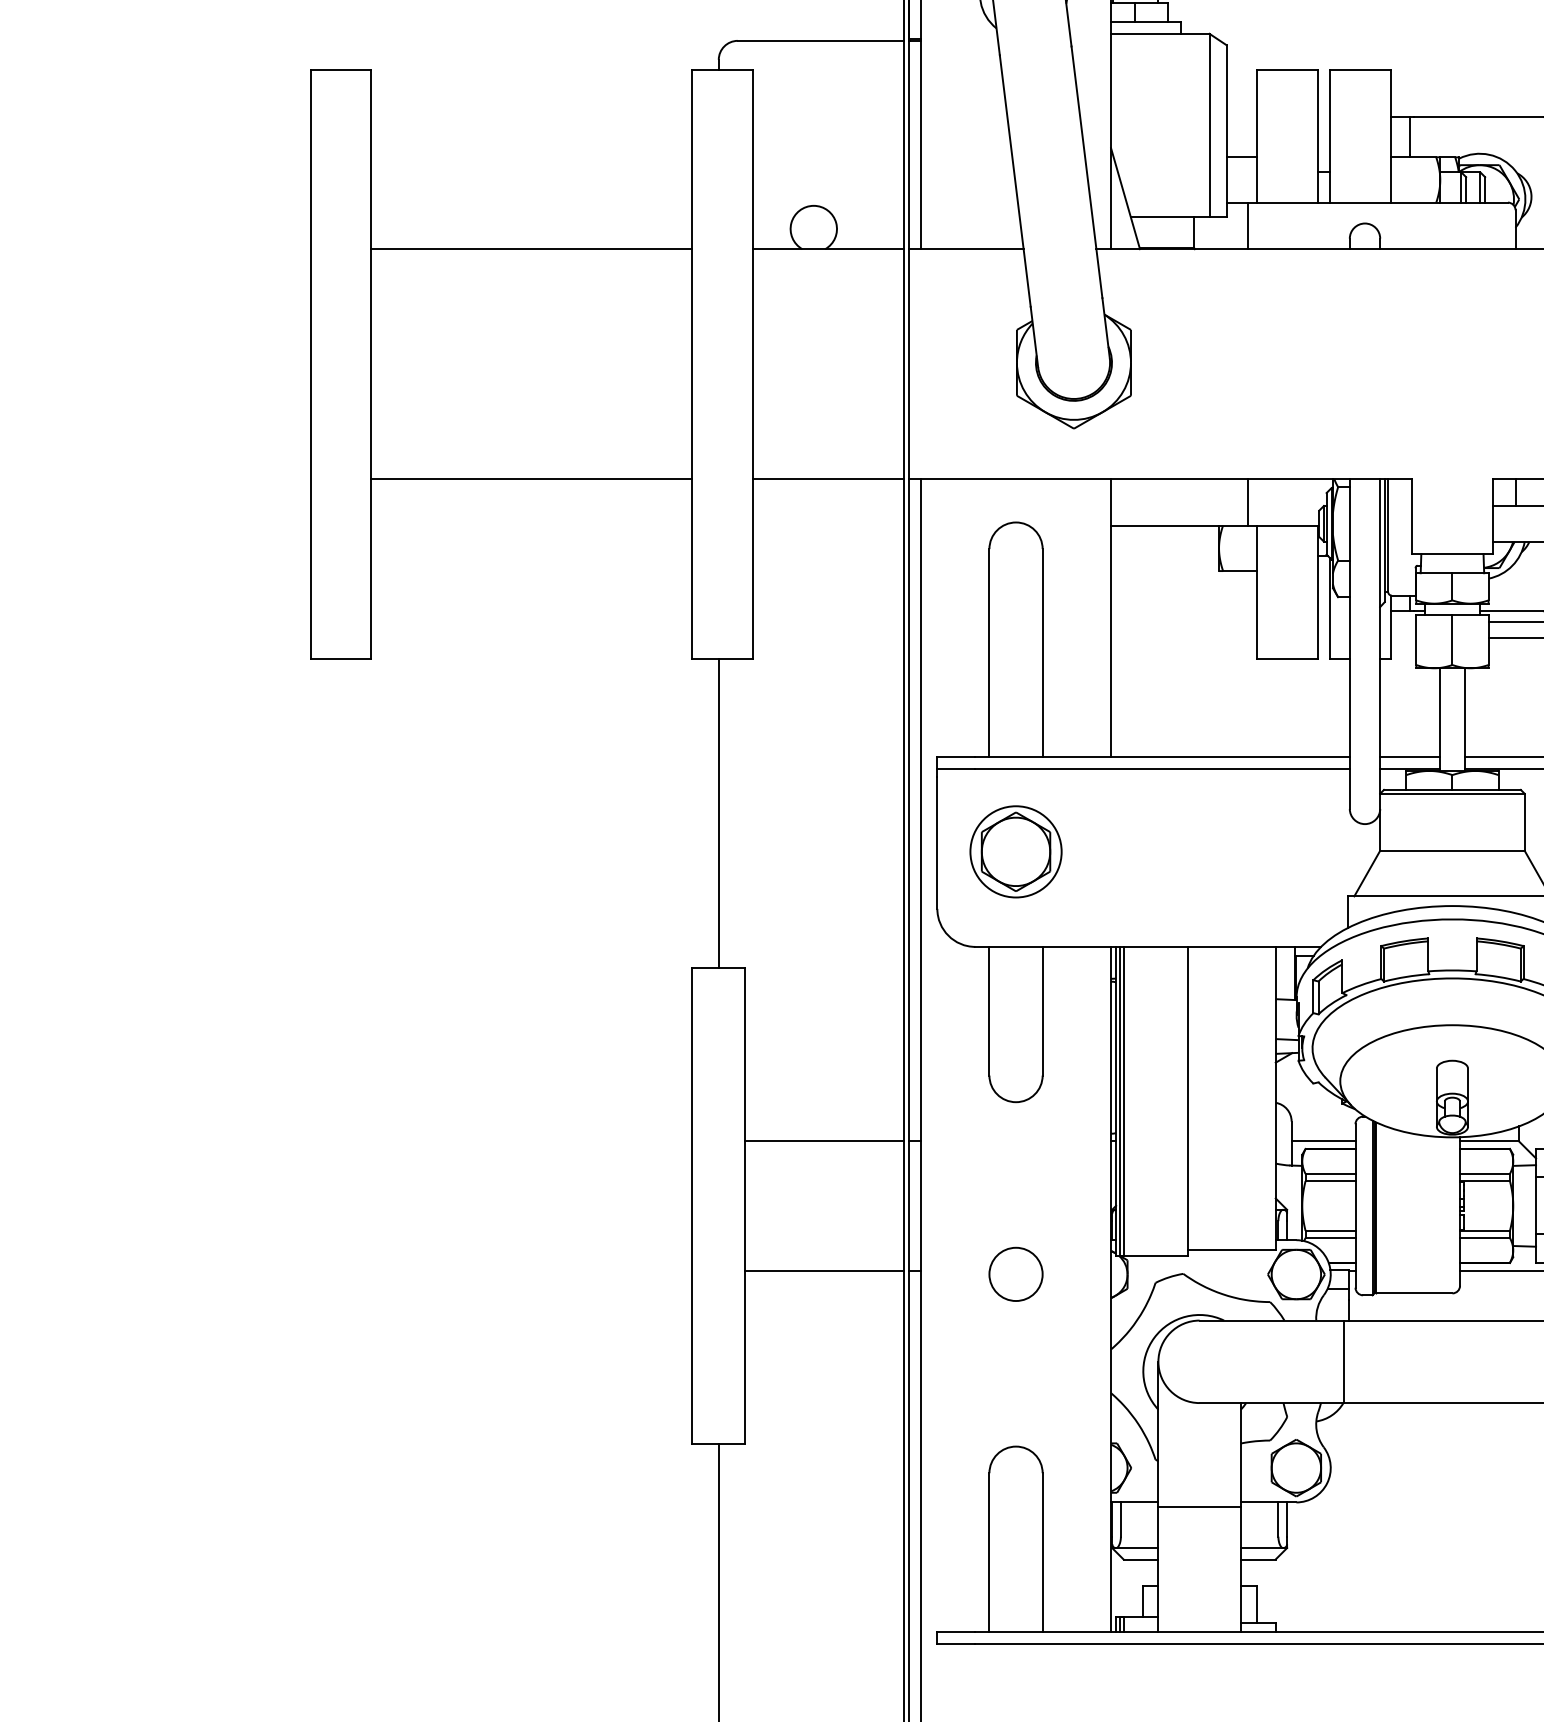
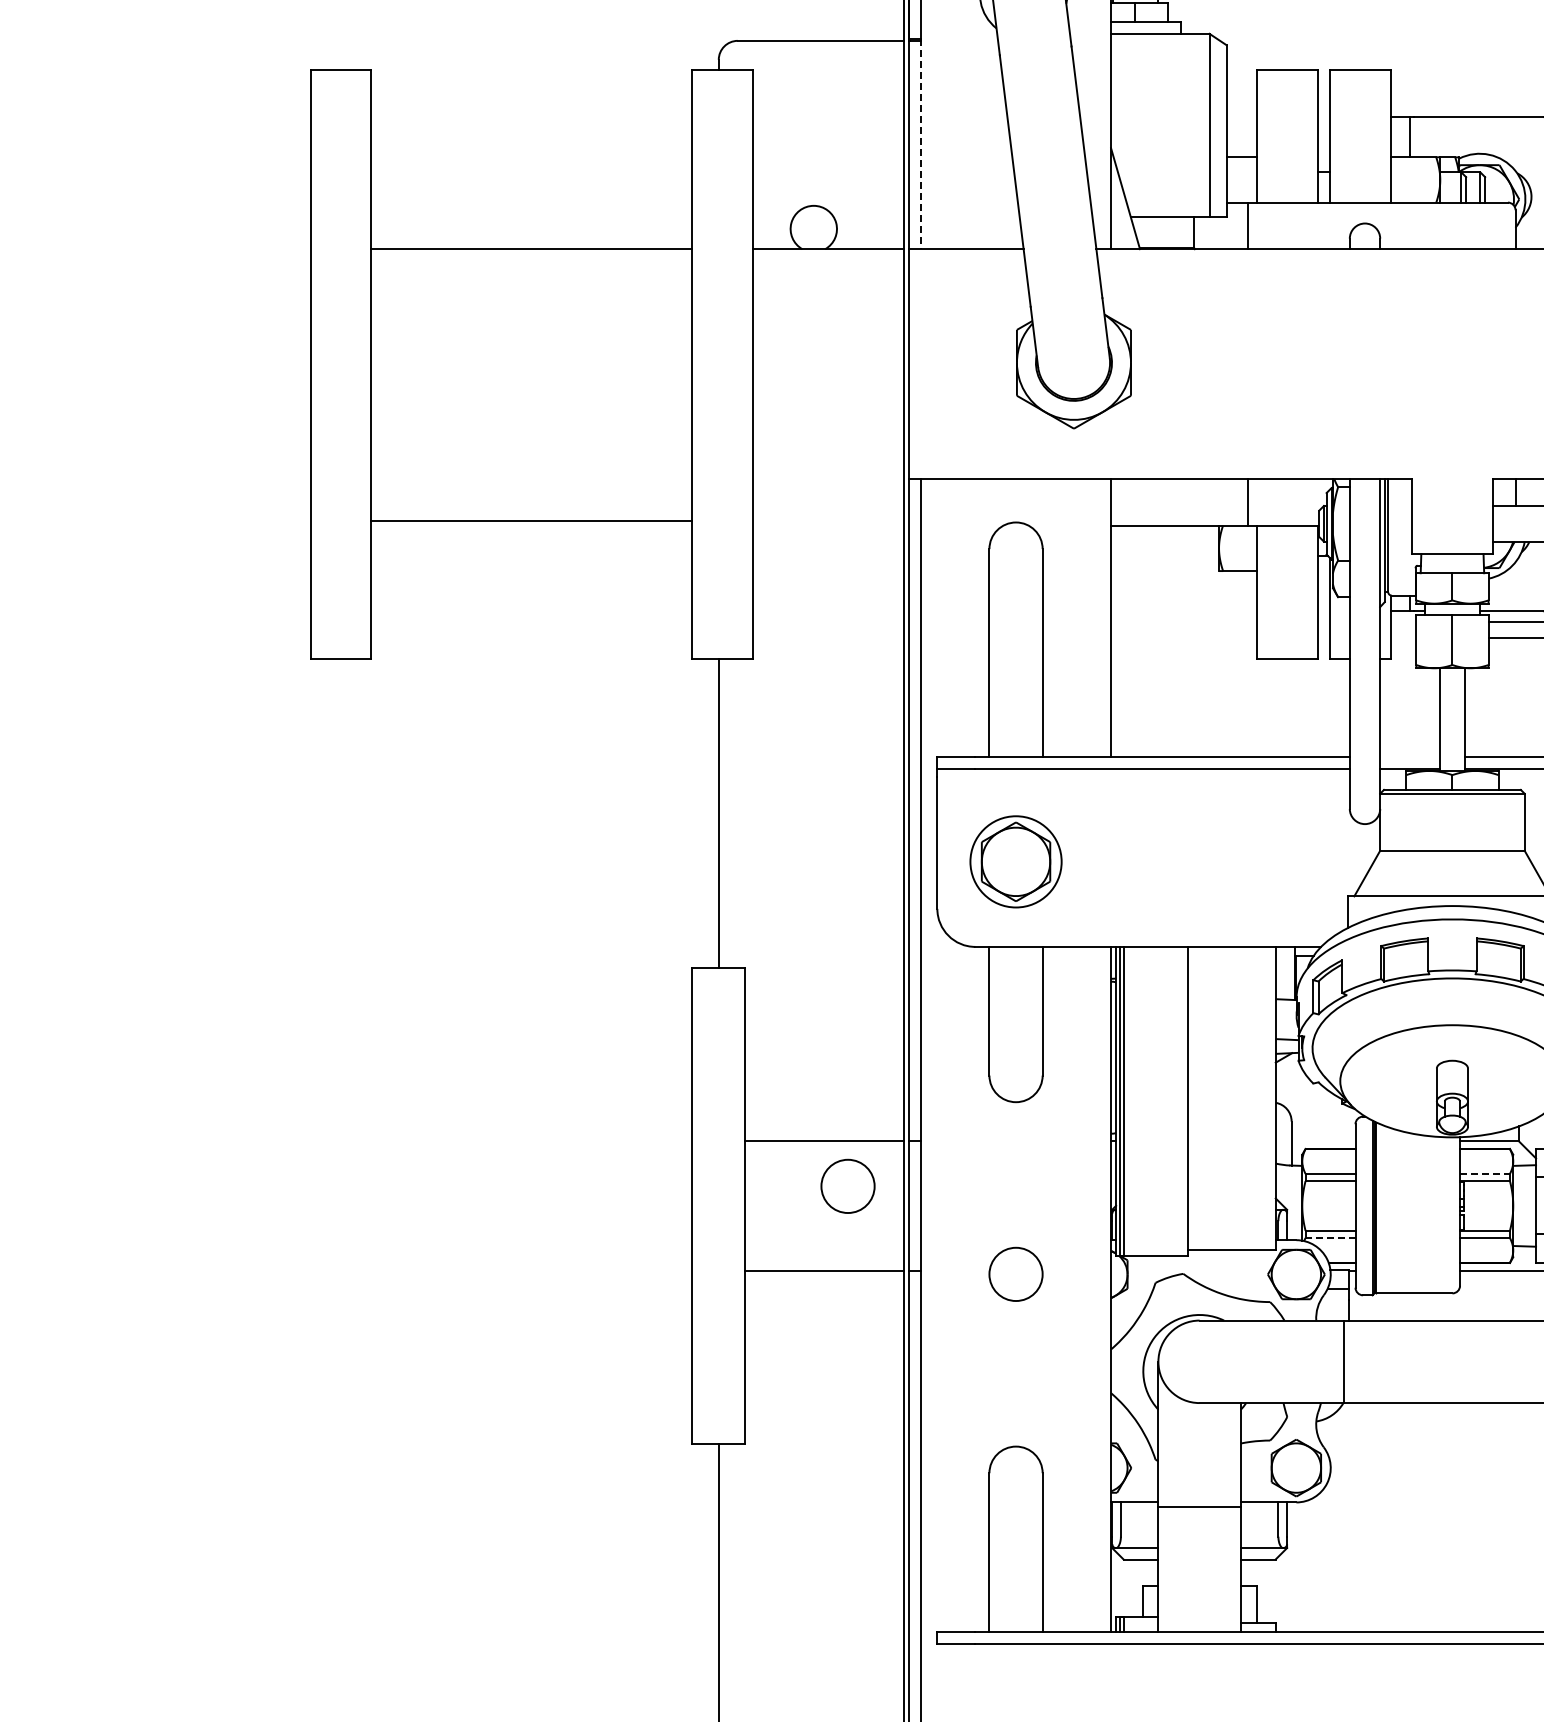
line at (921, 144): solid -> dashed
line at (531, 479) position: (531, 479) -> (531, 521)
line at (828, 479): present -> none
line at (1410, 756): present -> none
part at (1015, 851) position: (1015, 851) -> (1015, 861)
line at (1323, 1141): present -> none
line at (1485, 1173): solid -> dashed
circle at (847, 1185): none -> present
line at (1330, 1237): solid -> dashed
